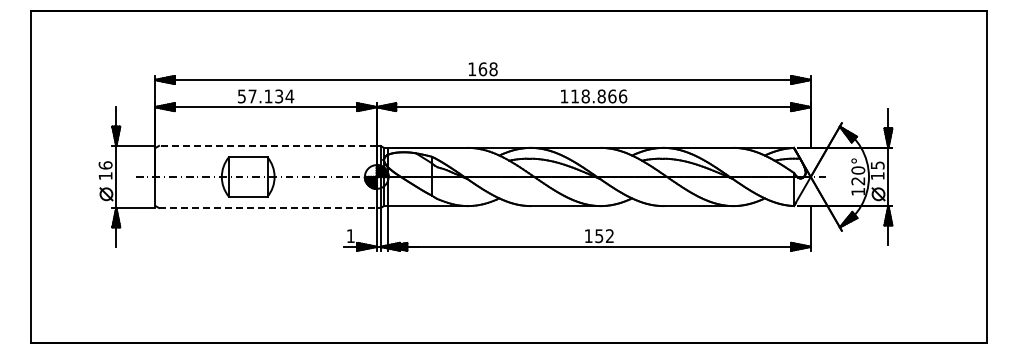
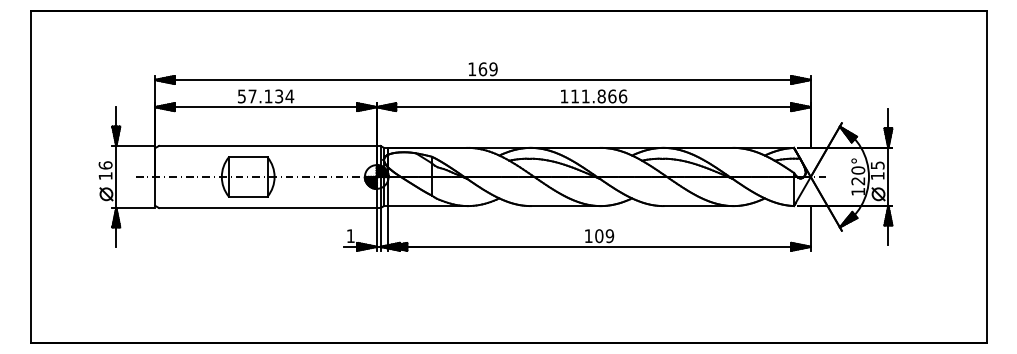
text at (493, 69): 168 -> 169
text at (585, 96): 118.866 -> 111.866
line at (267, 145): dashed -> solid
line at (267, 208): dashed -> solid
text at (604, 236): 152 -> 109
